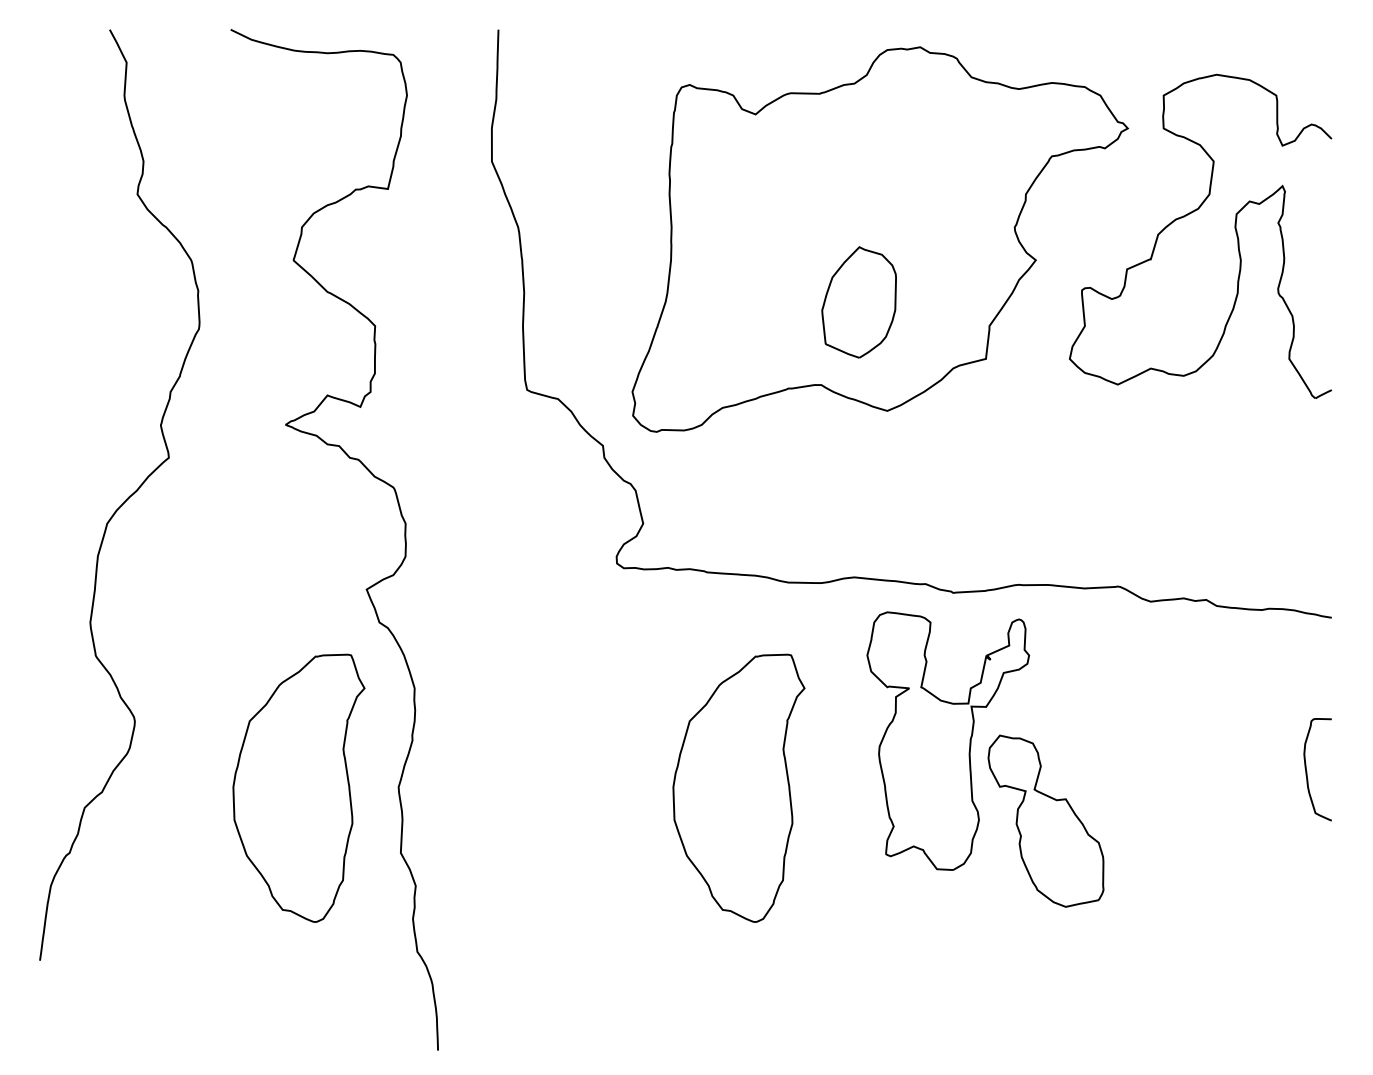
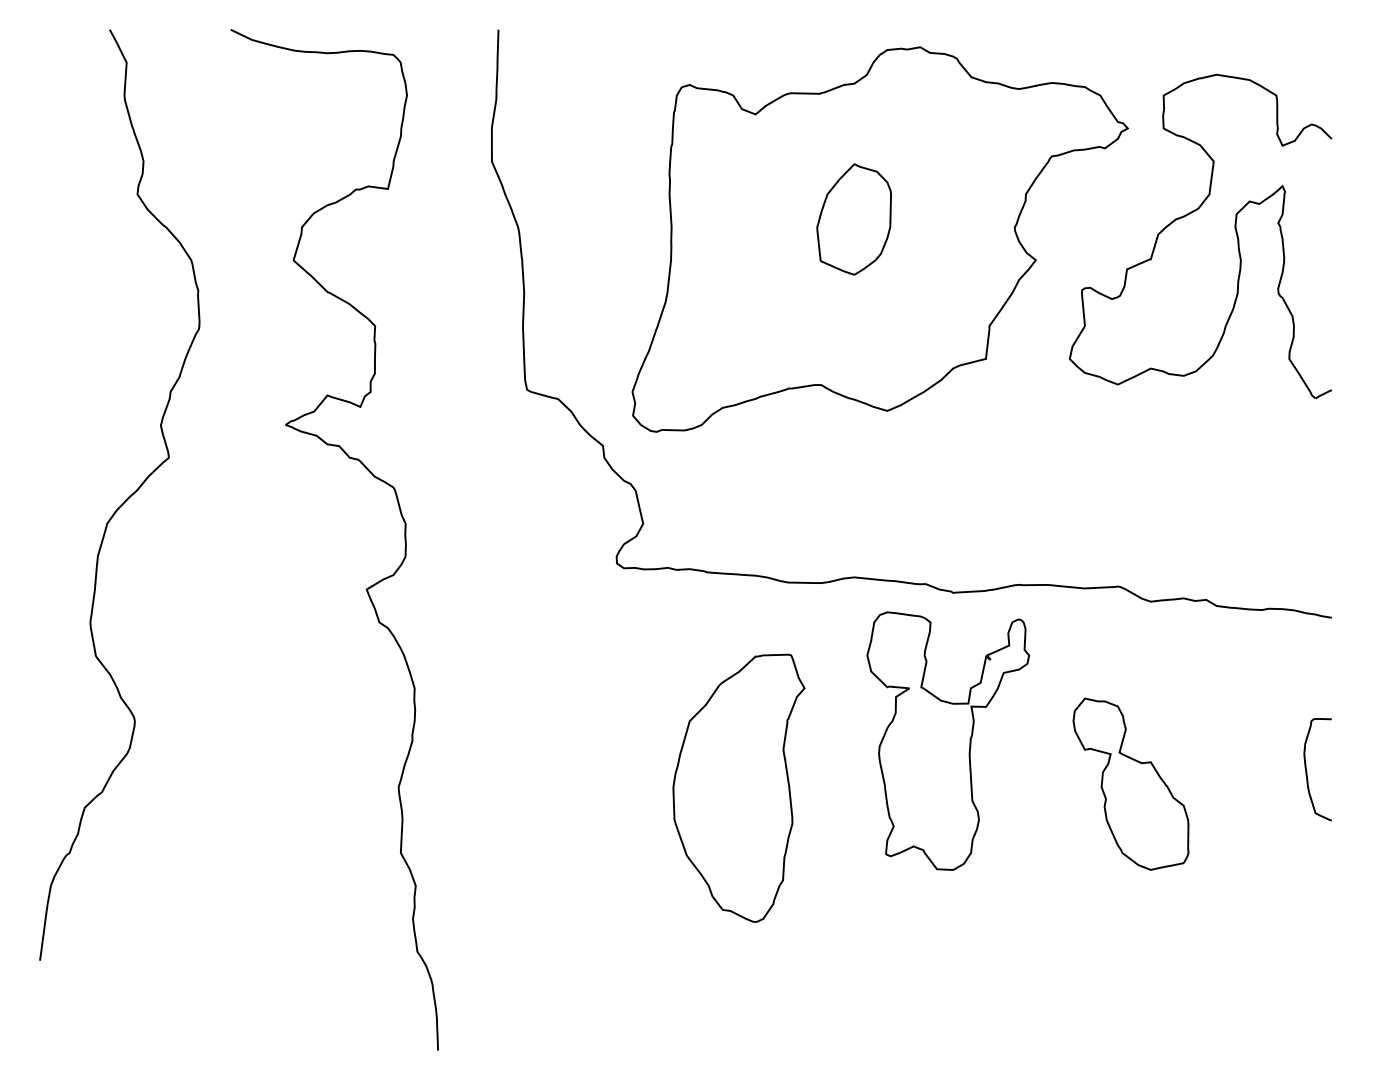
part at (858, 302) position: (858, 302) -> (853, 219)
part at (298, 787): present -> none
part at (1045, 820) position: (1045, 820) -> (1130, 783)
